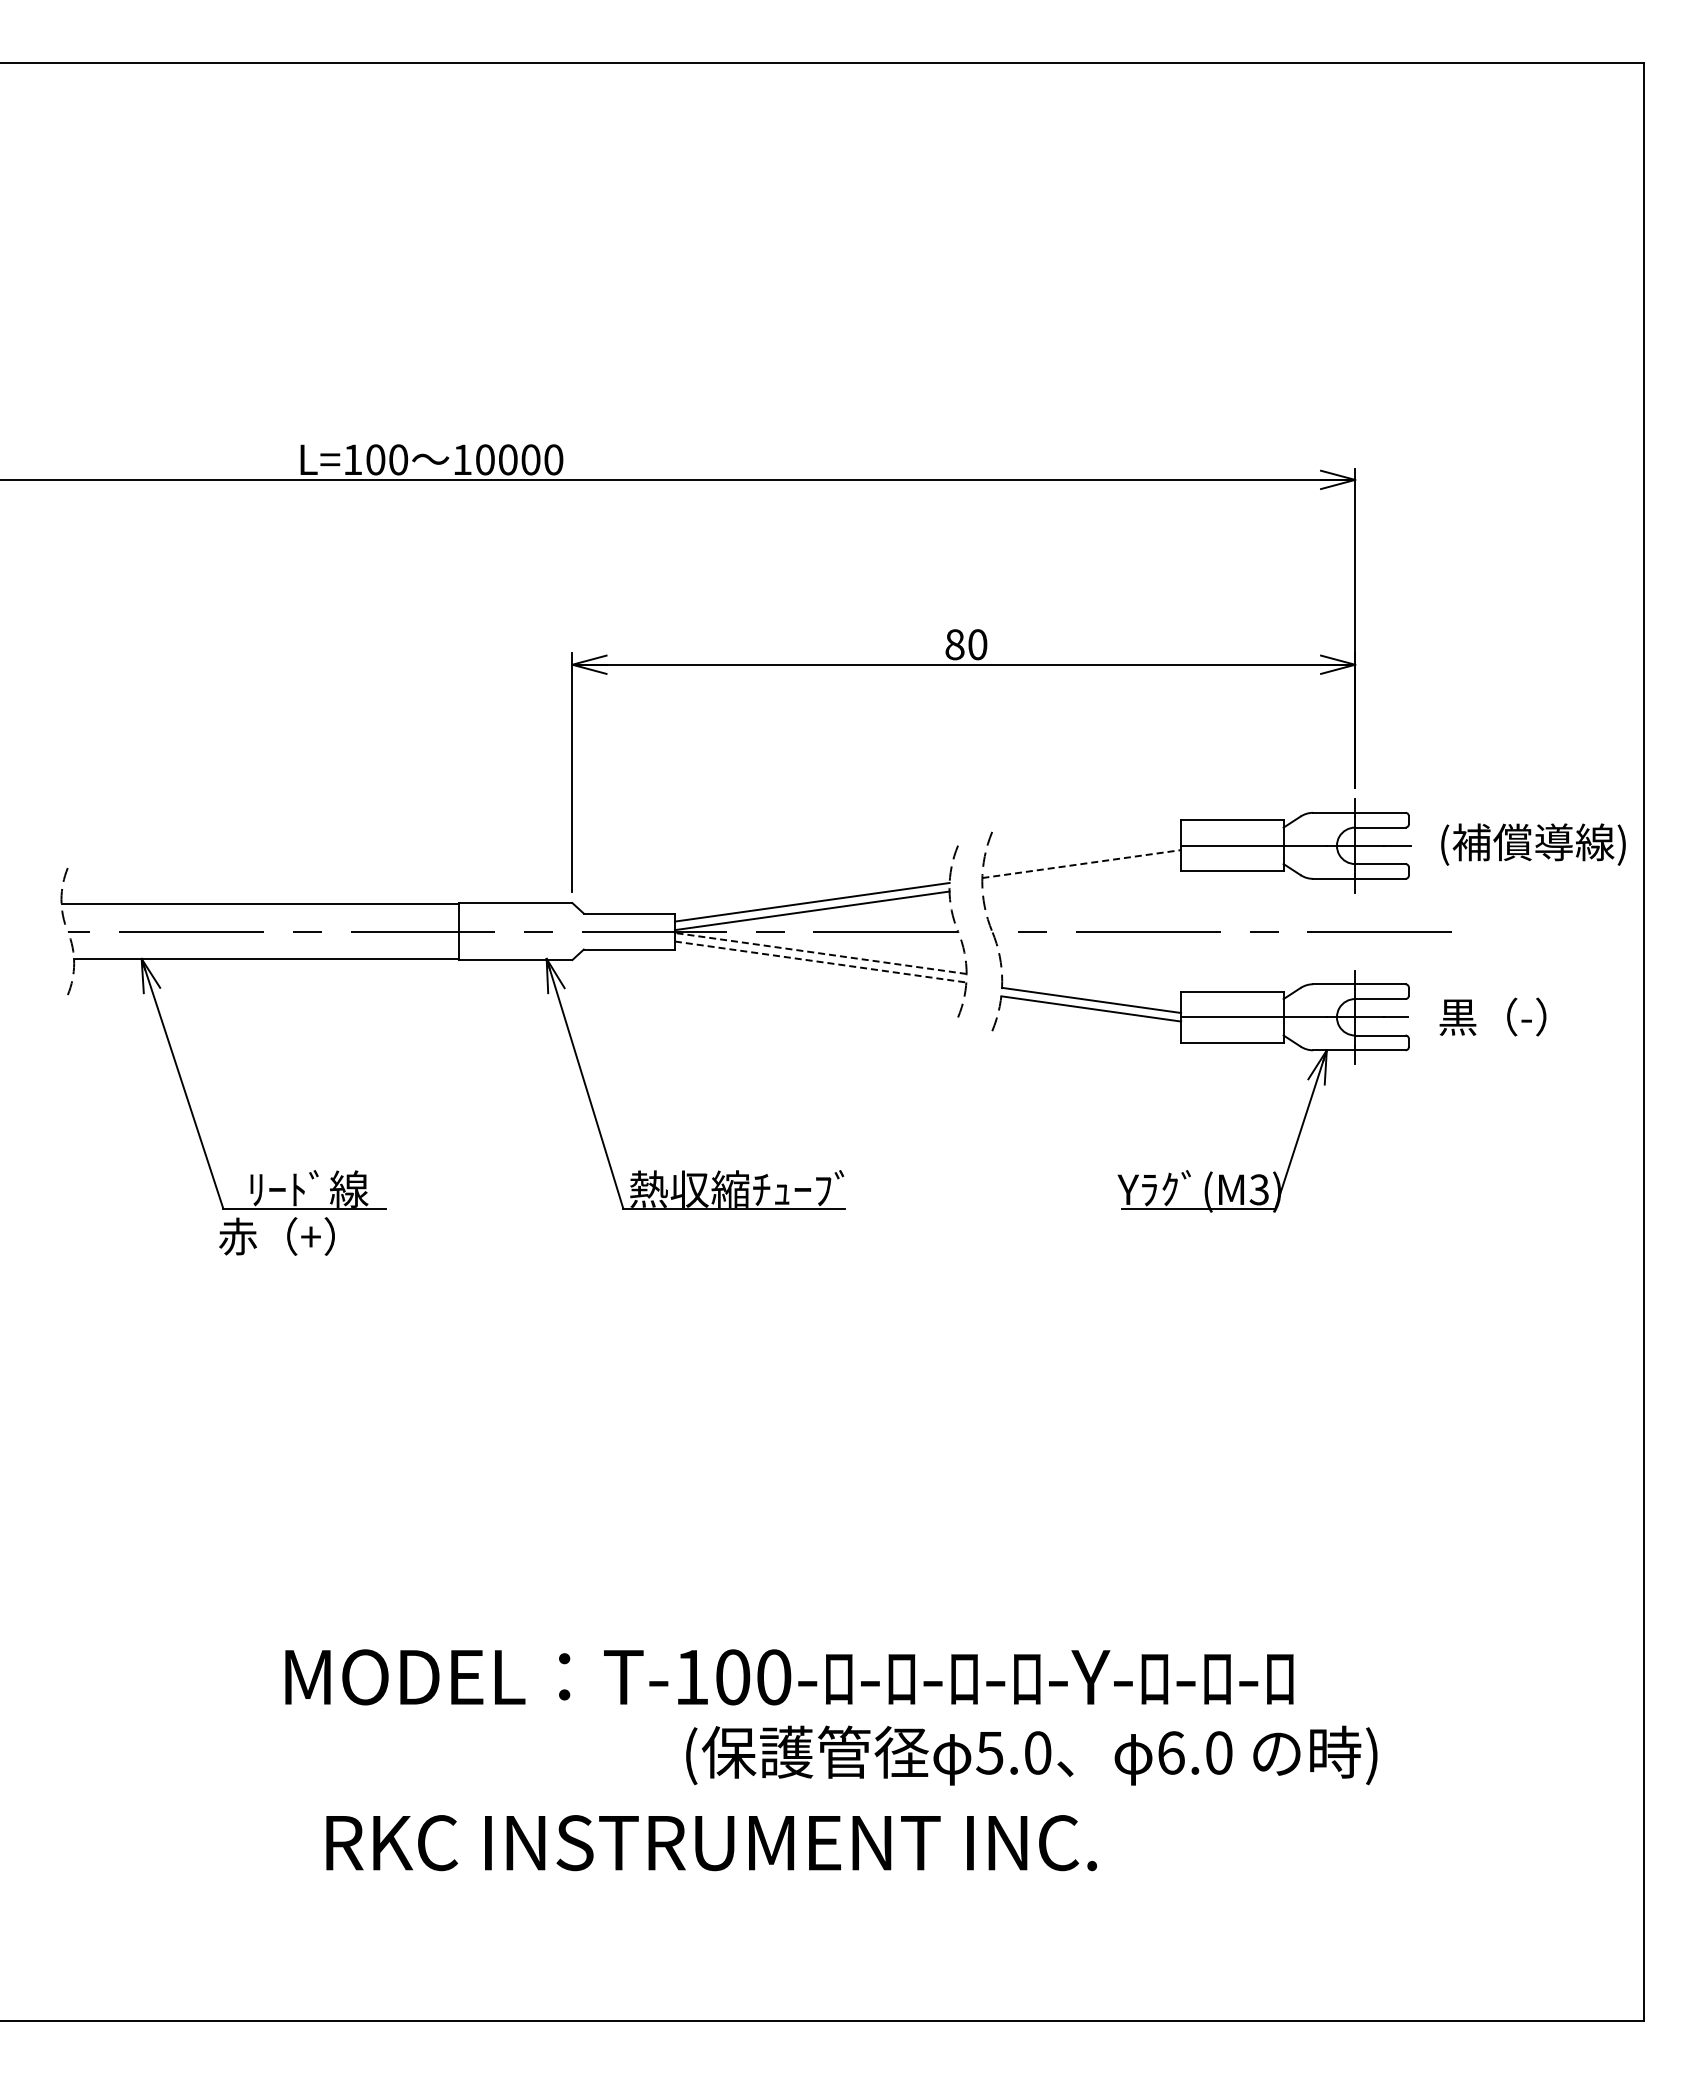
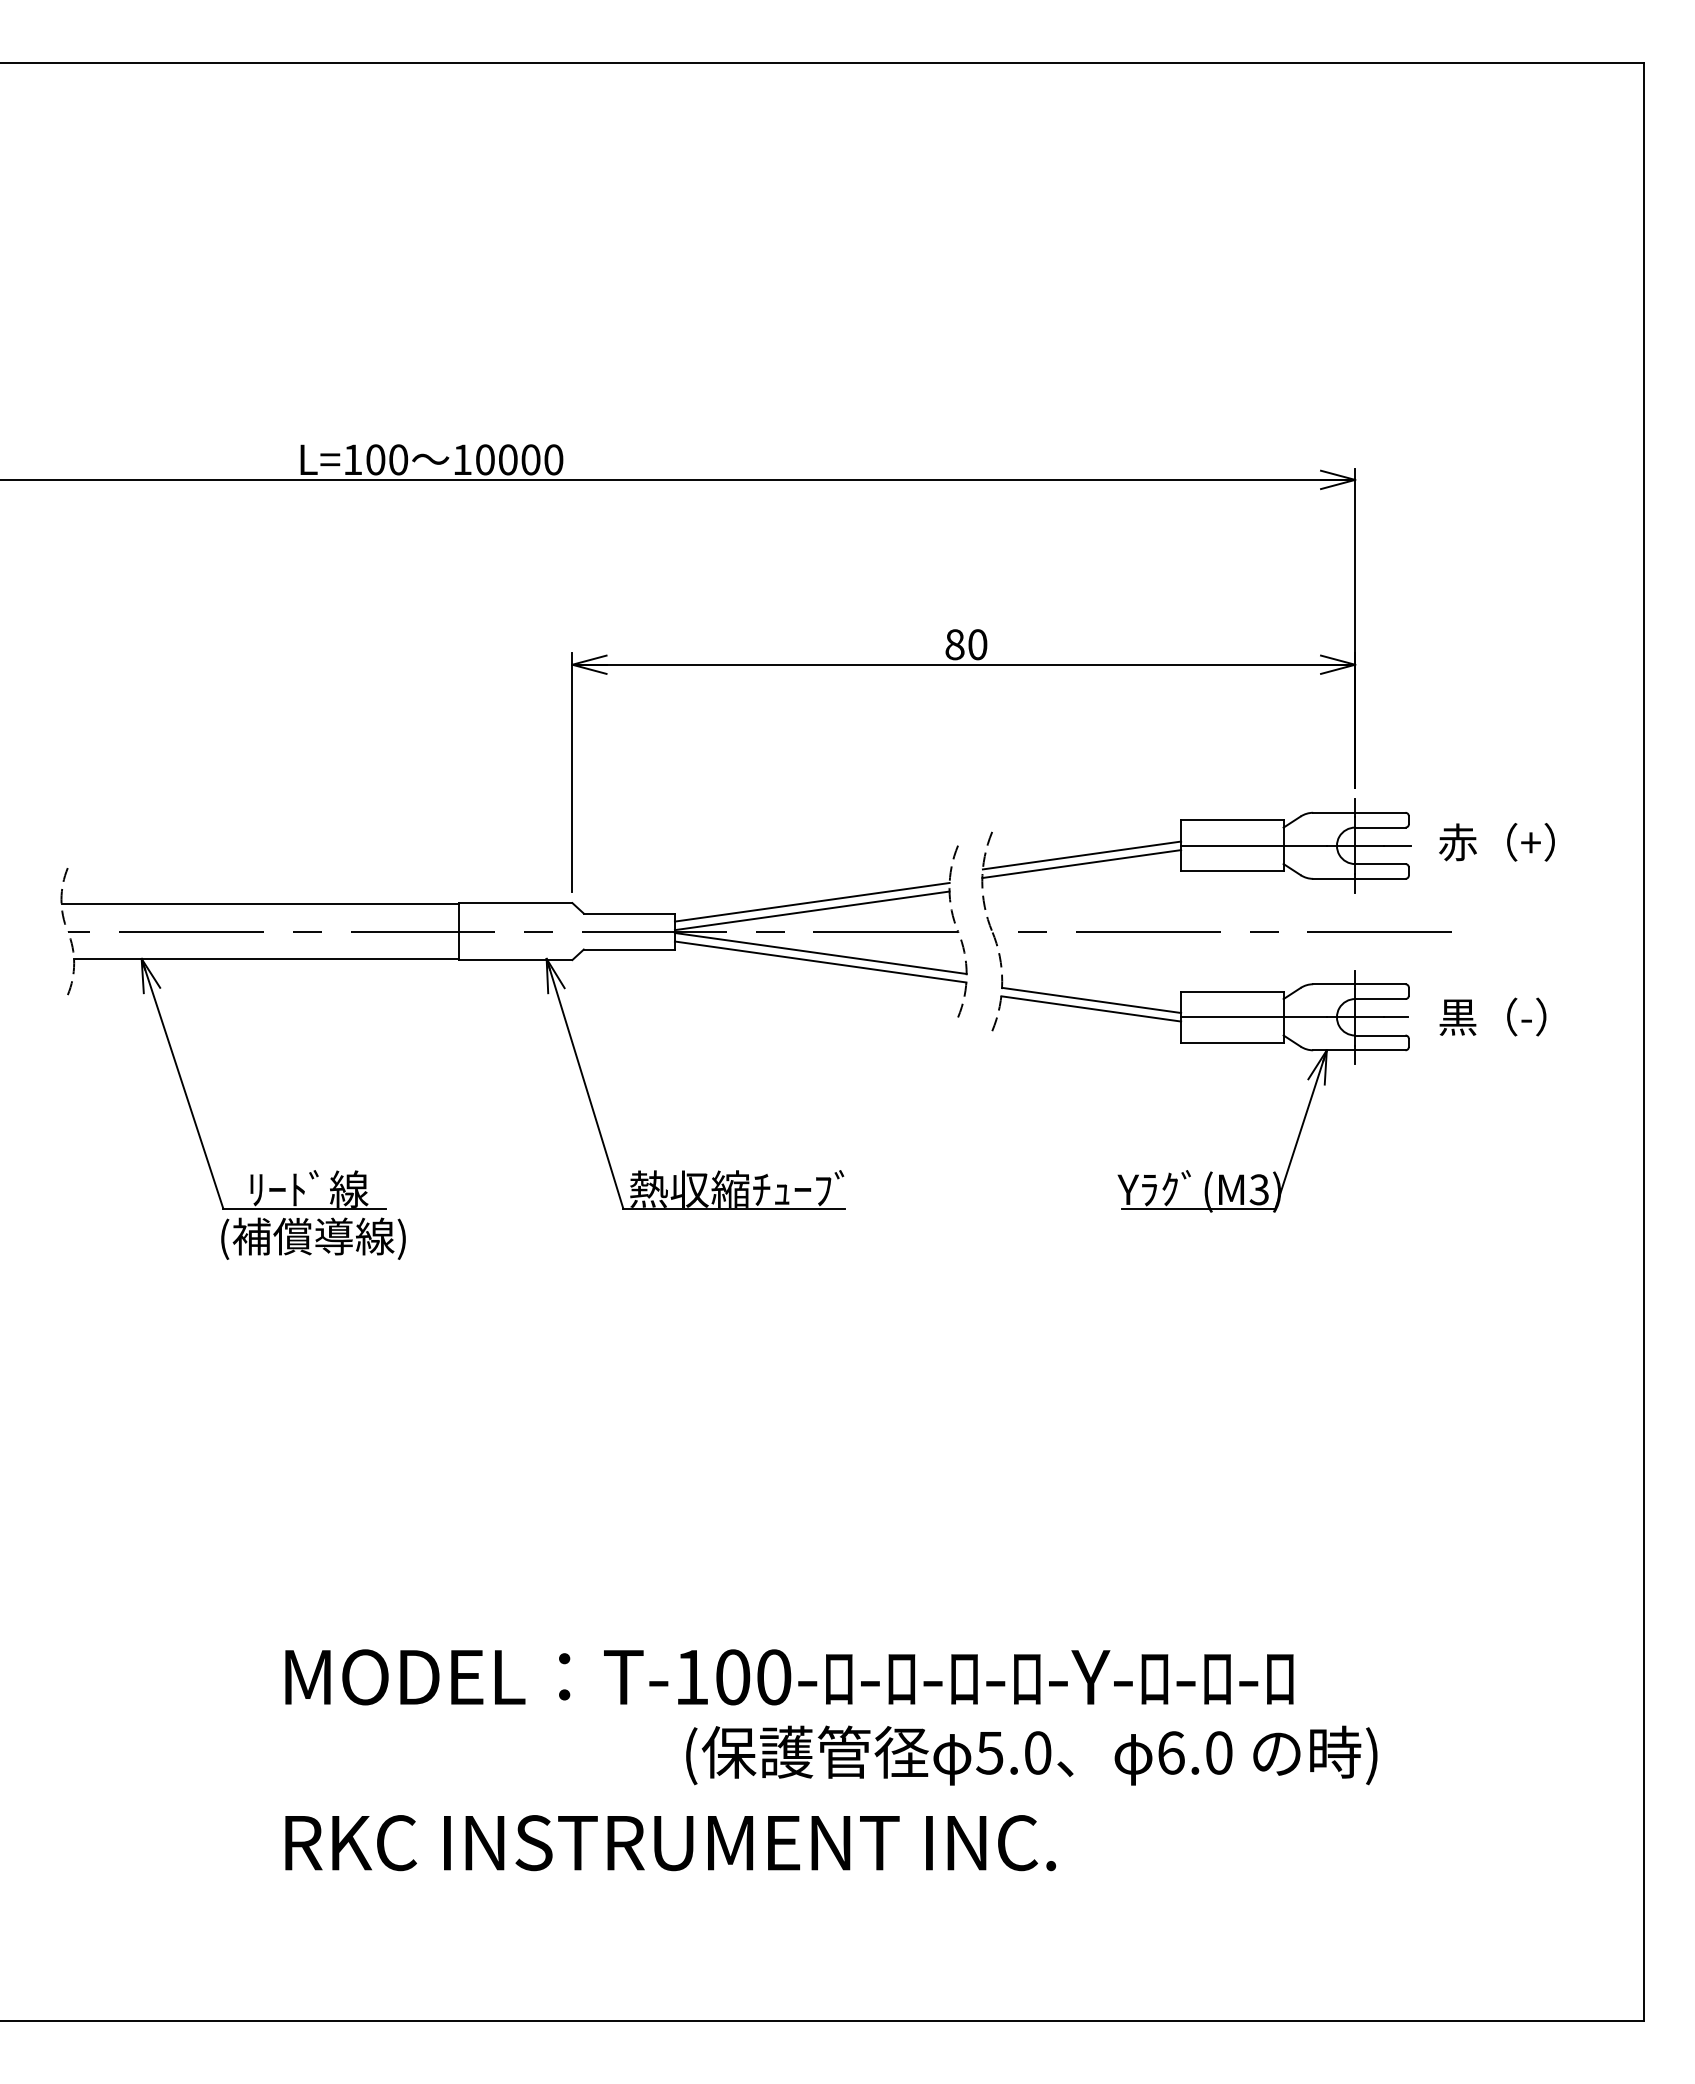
text at (1532, 844): (補償導線) -> 赤（+）
line at (1081, 855): none -> present
line at (1082, 864): dashed -> solid
line at (820, 953): dashed -> solid
line at (821, 962): dashed -> solid
text at (312, 1238): 赤（+） -> (補償導線)
text at (711, 1843) position: (711, 1843) -> (670, 1843)
